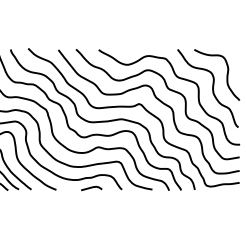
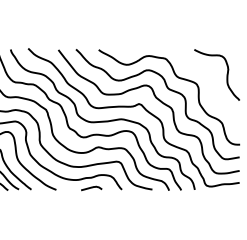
curve at (212, 88): present -> none
